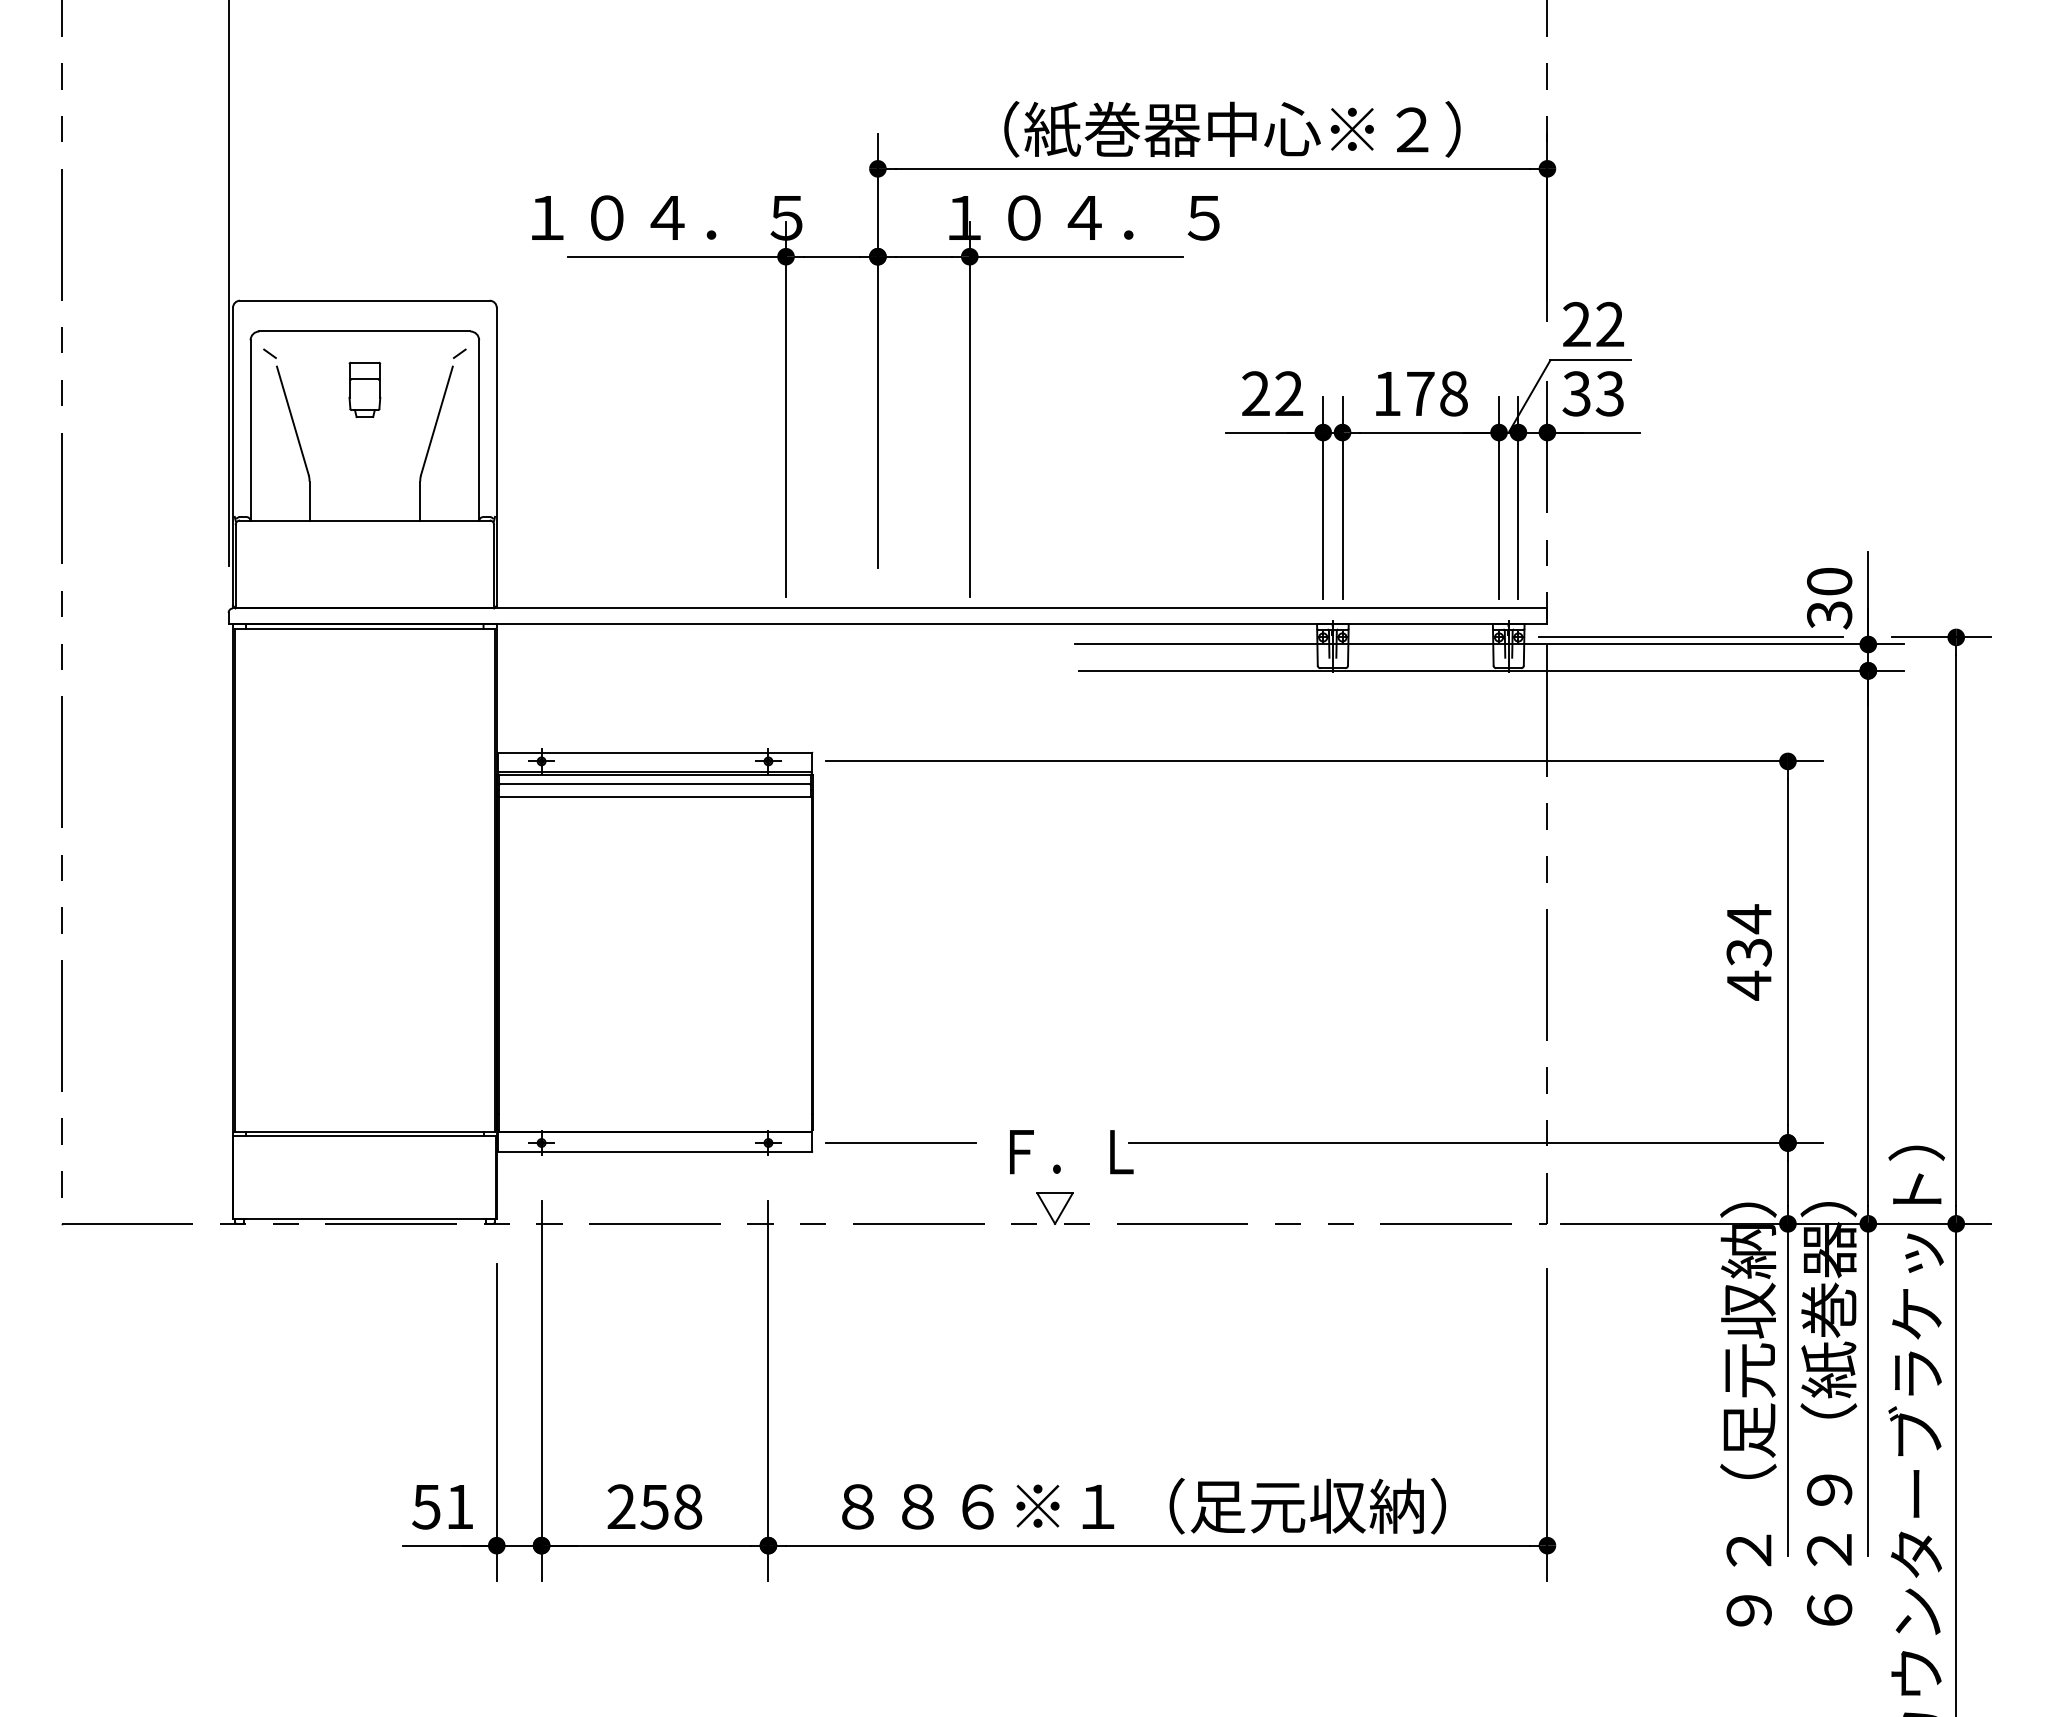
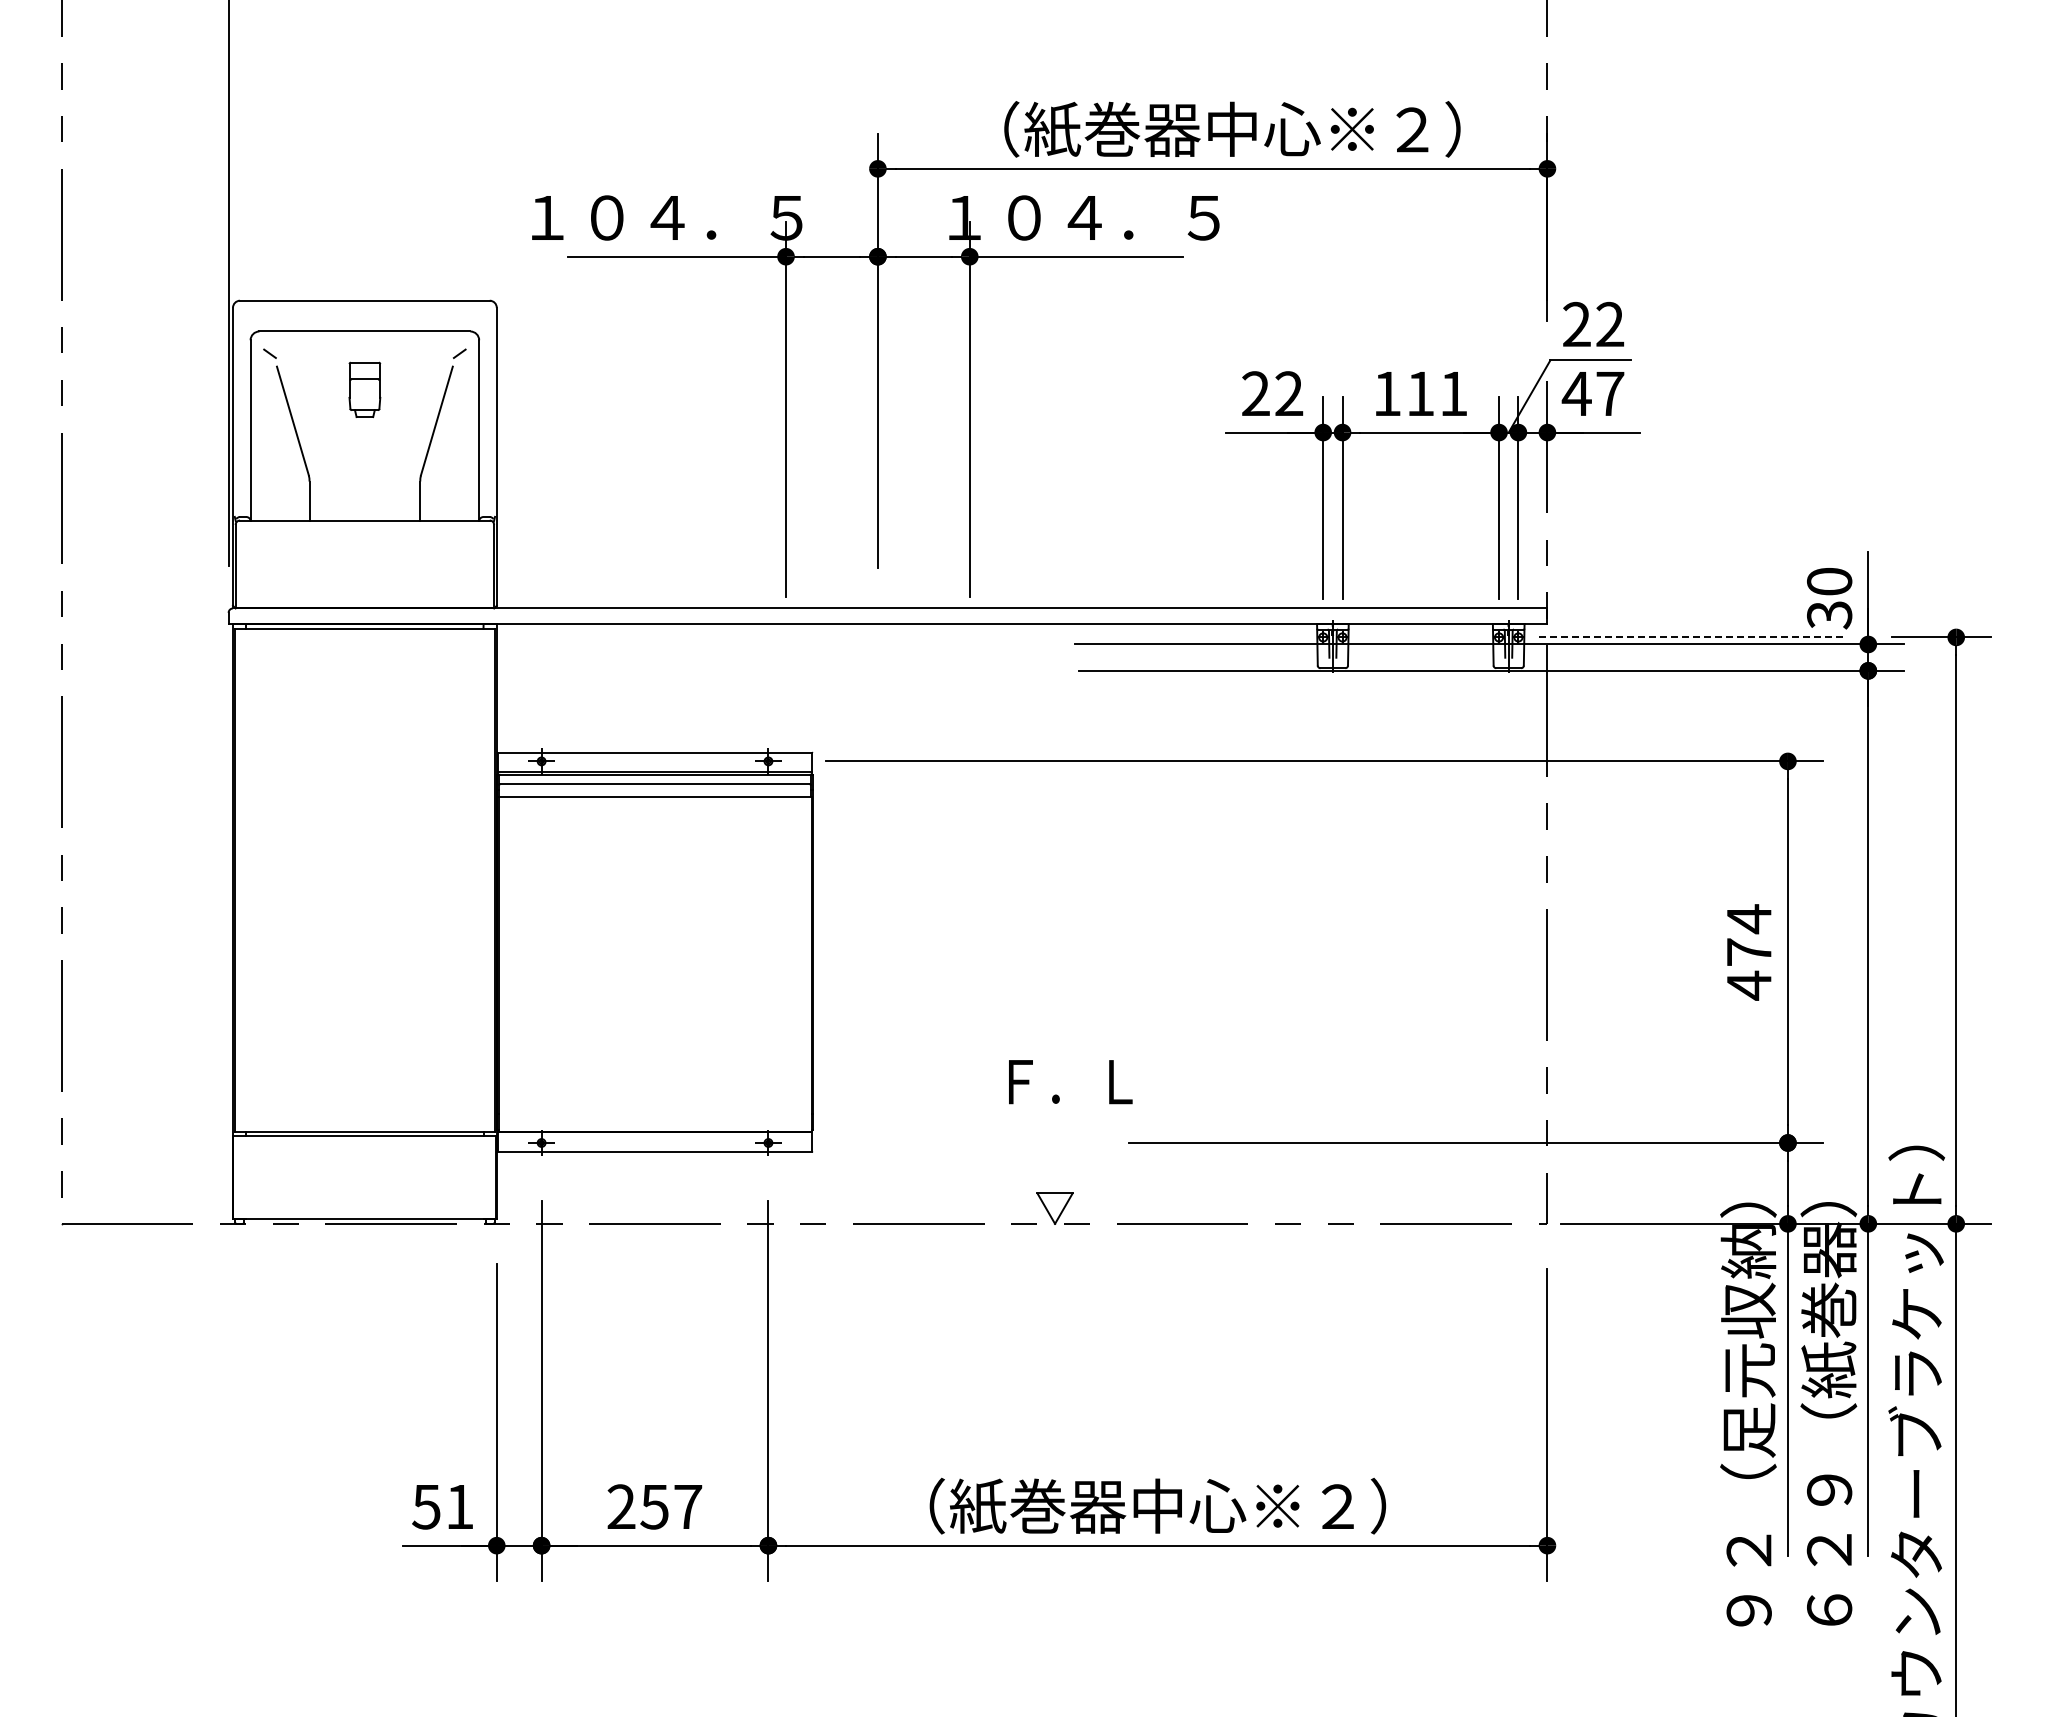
text at (1437, 393): 178 -> 111
text at (1592, 393): 33 -> 47
line at (1690, 637): solid -> dashed
text at (1748, 952): 434 -> 474
line at (900, 1142): present -> none
text at (1071, 1152) position: (1071, 1152) -> (1070, 1082)
text at (1144, 1505): ８８６※１（足元収納） -> （紙巻器中心※２）
text at (688, 1506): 258 -> 257
